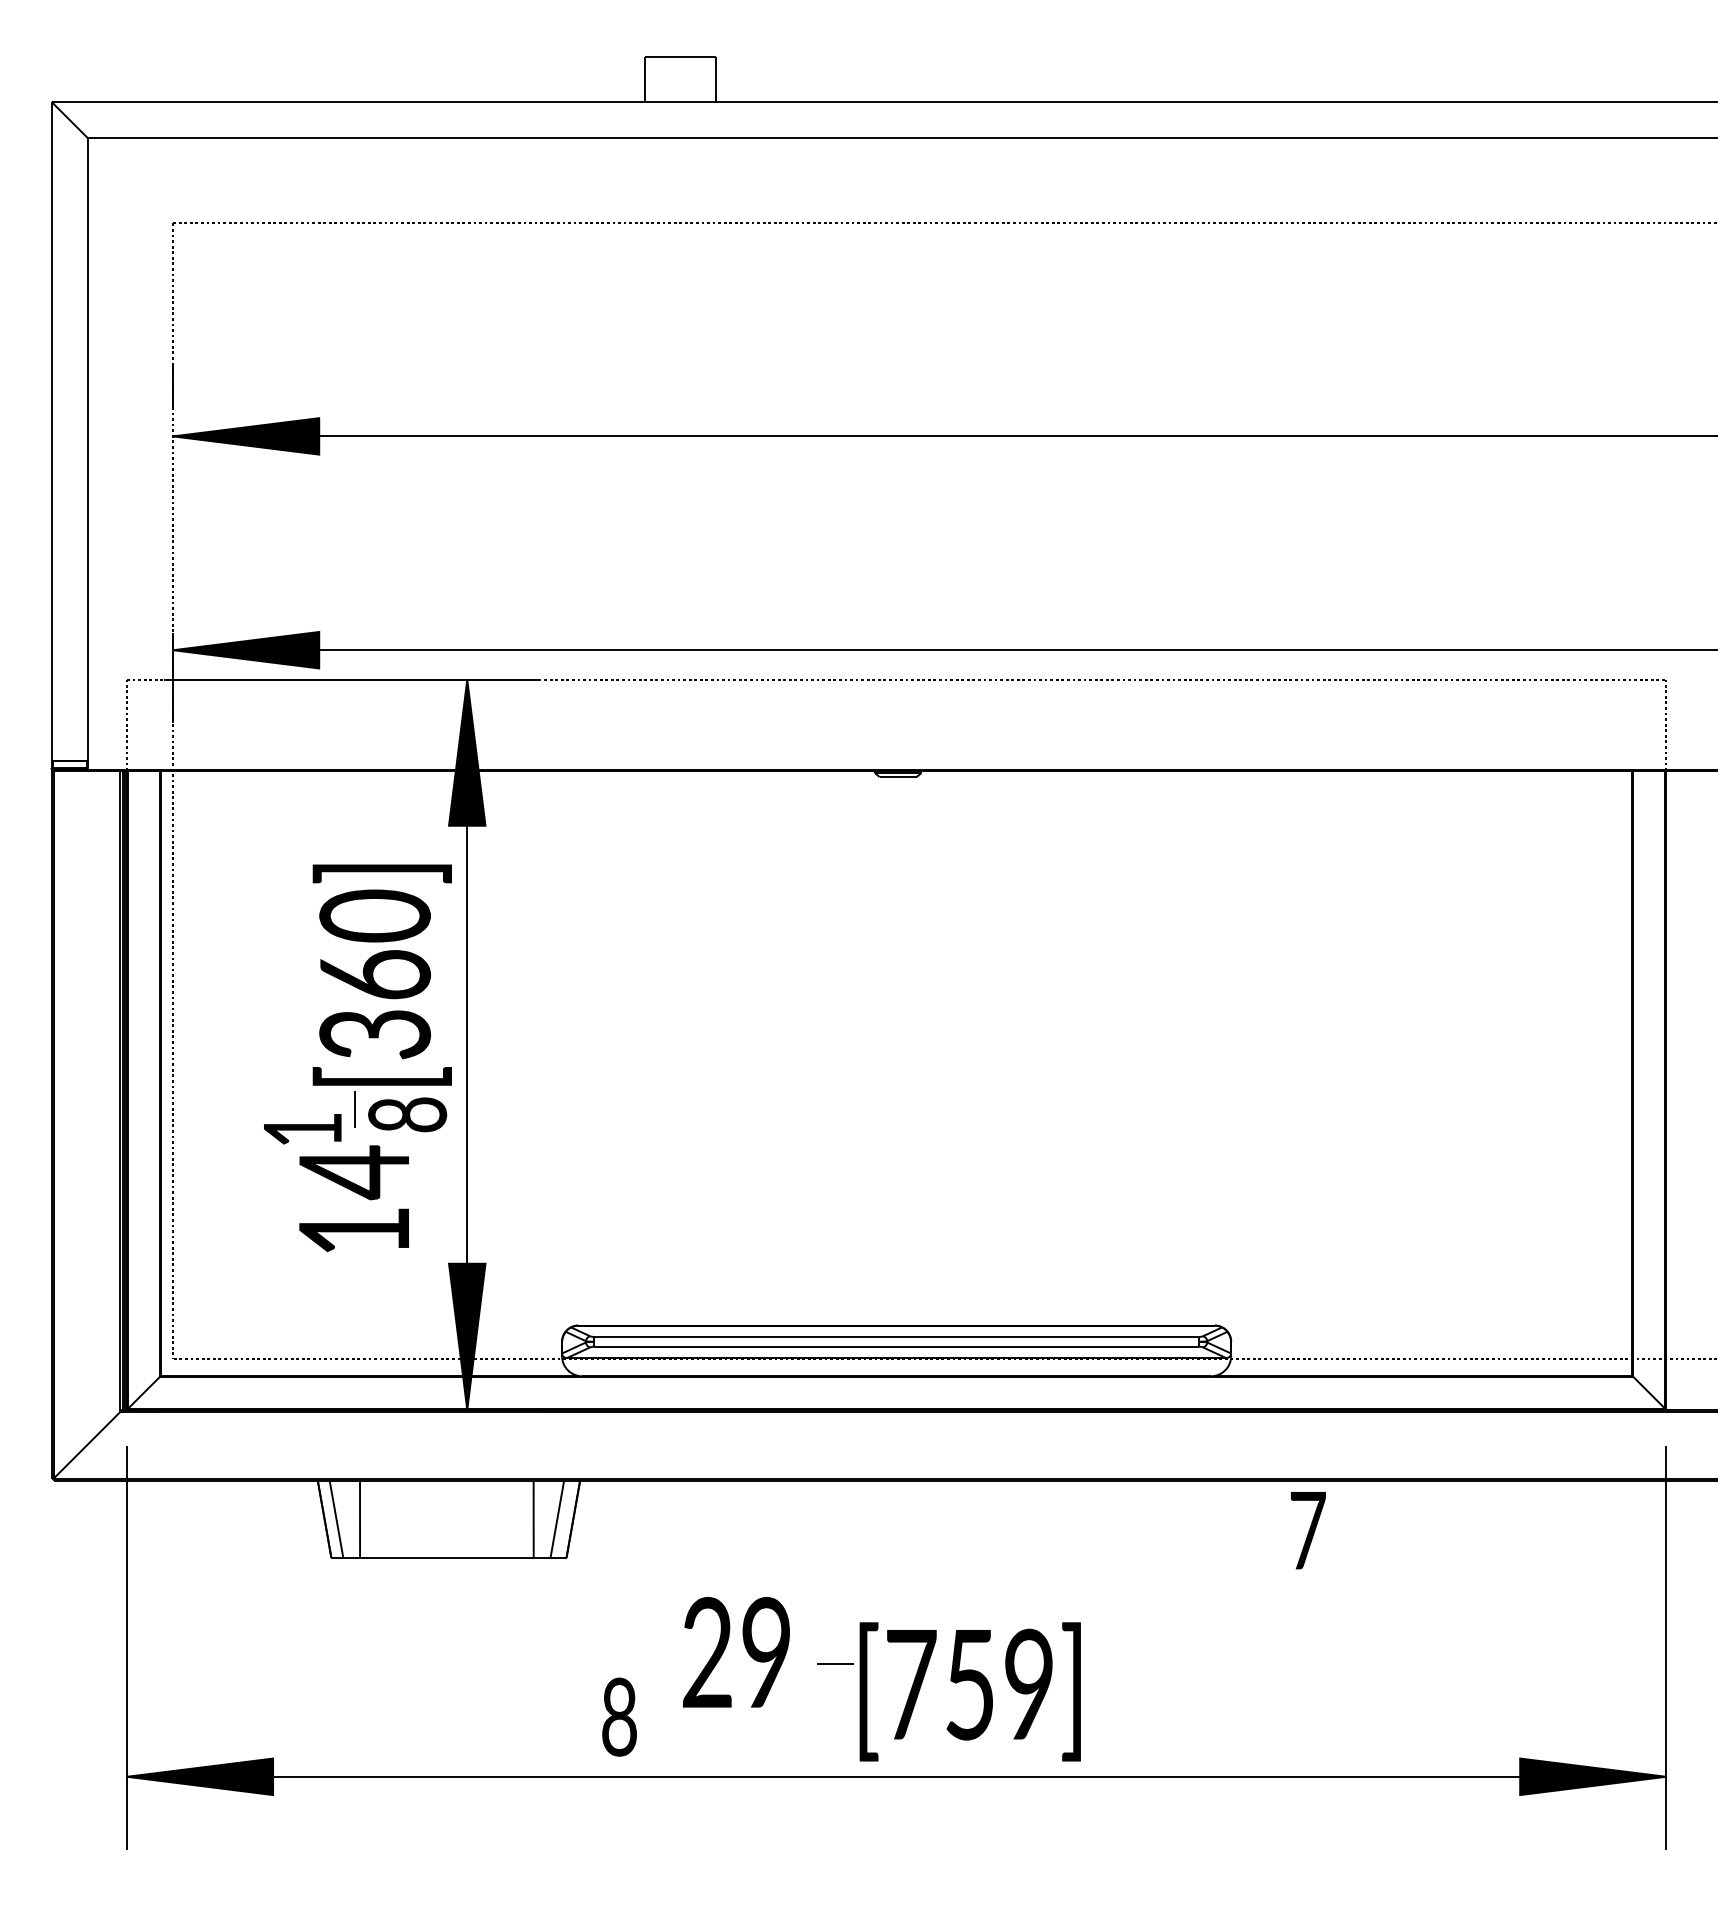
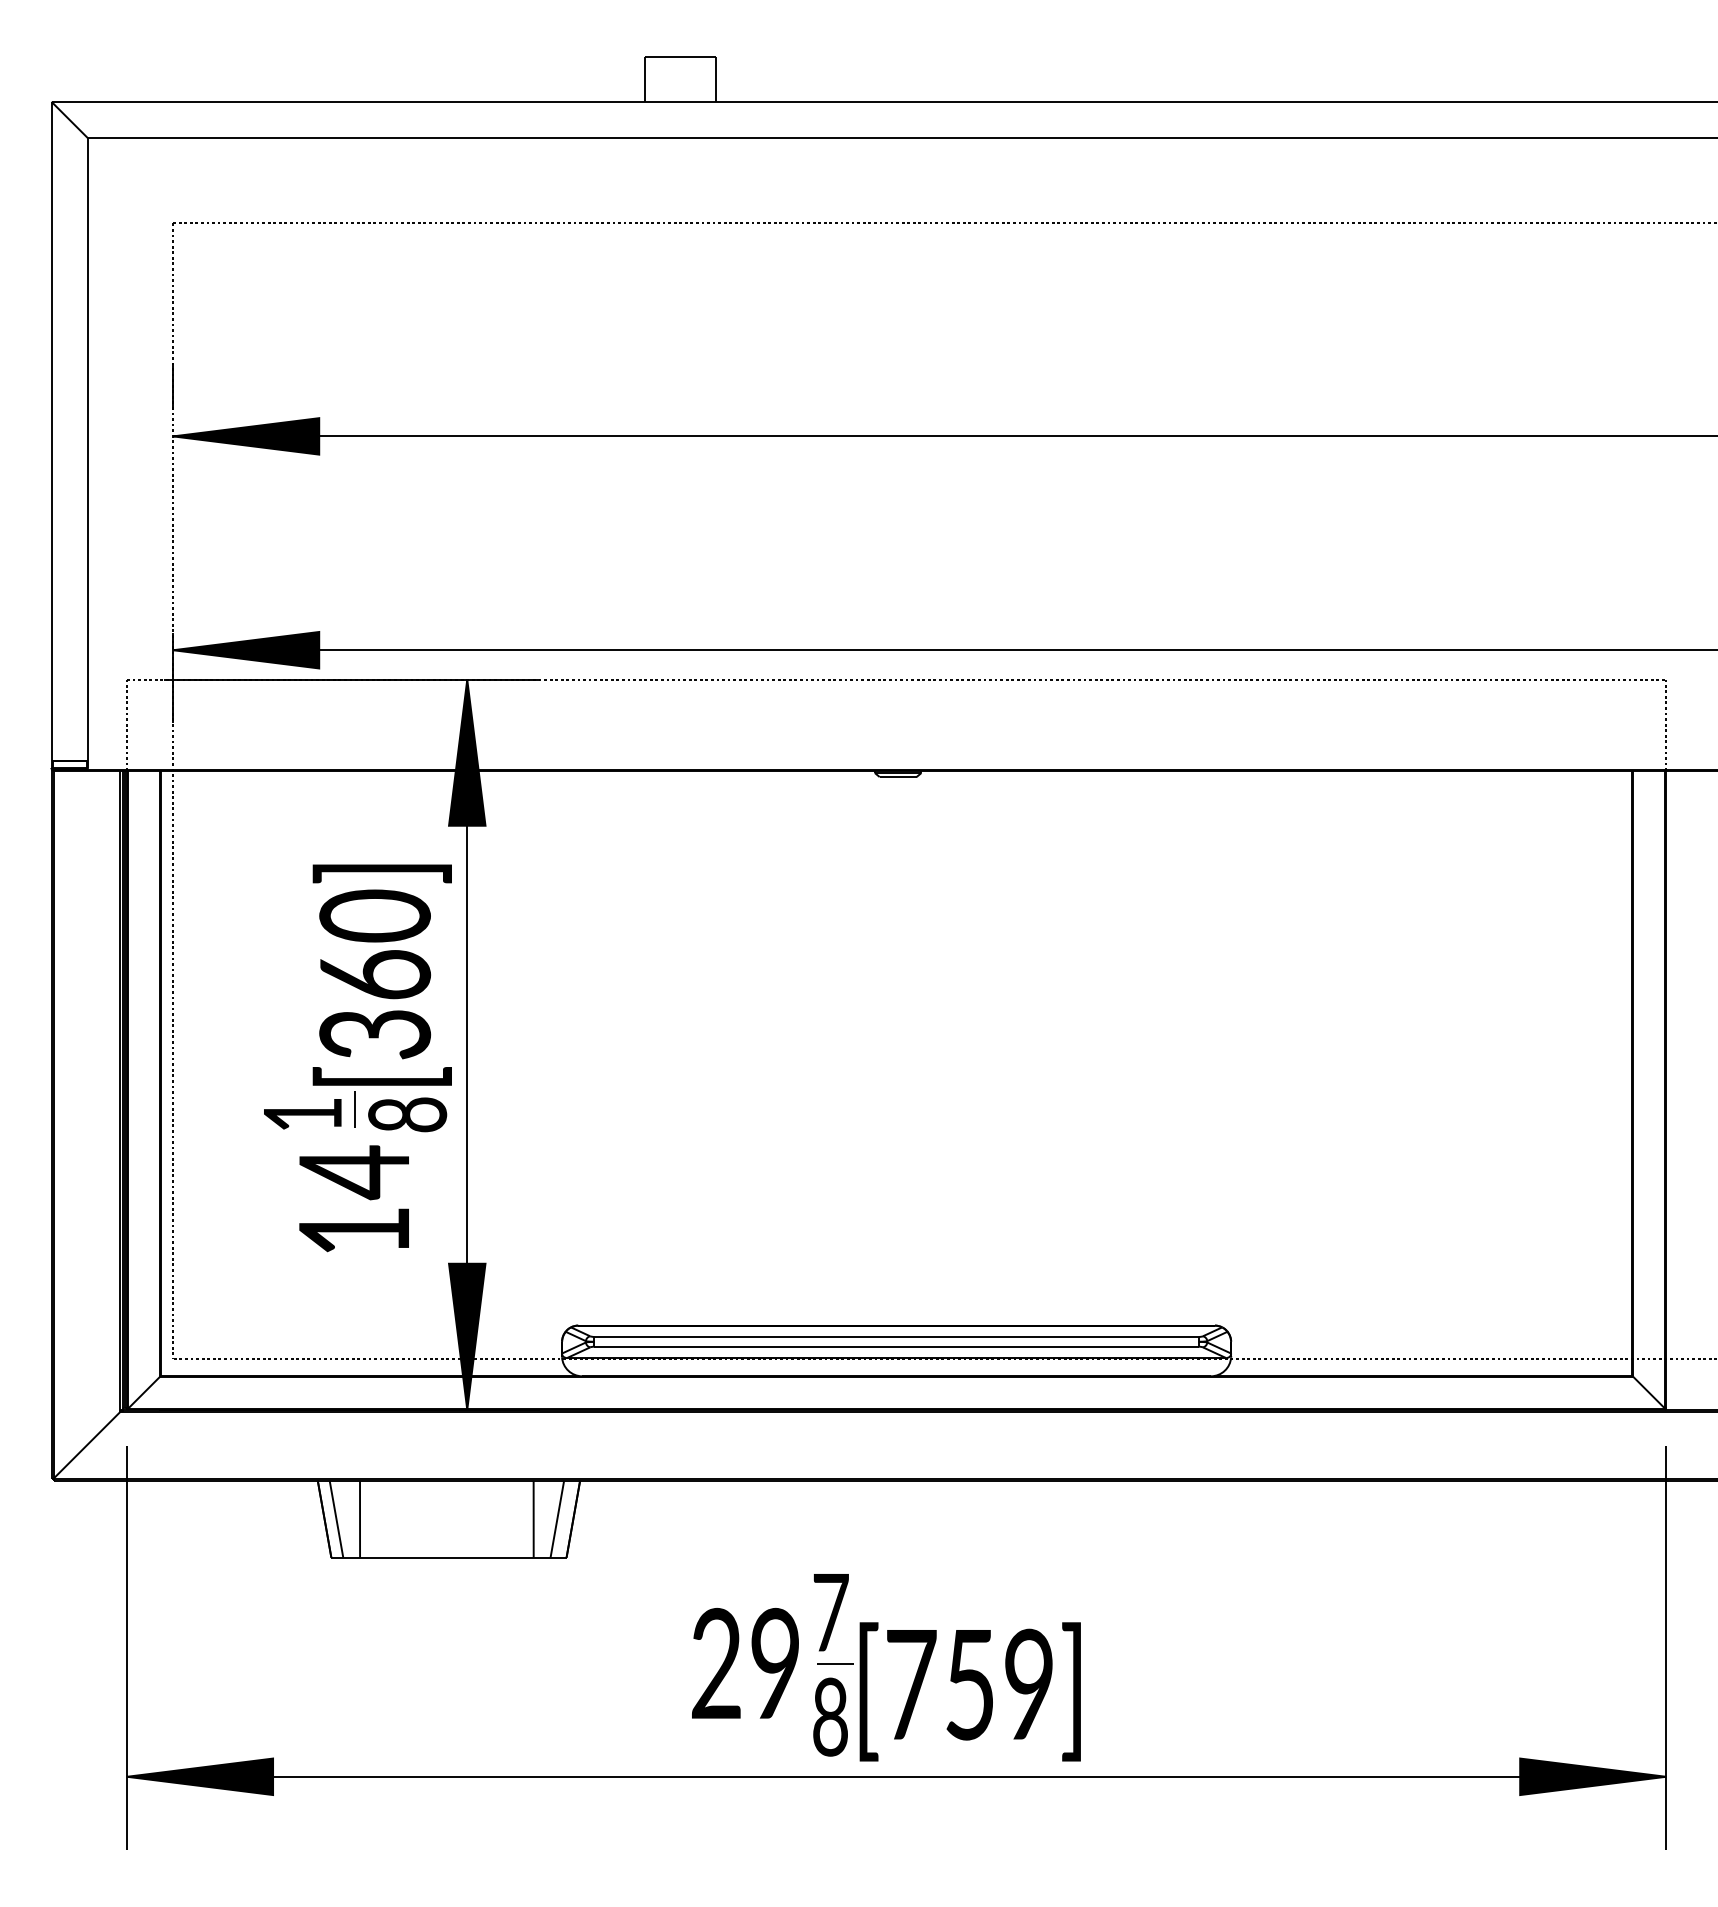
text at (302, 1129) position: (302, 1129) -> (302, 1114)
text at (1308, 1530) position: (1308, 1530) -> (831, 1612)
text at (736, 1652) position: (736, 1652) -> (745, 1663)
text at (619, 1716) position: (619, 1716) -> (830, 1716)
